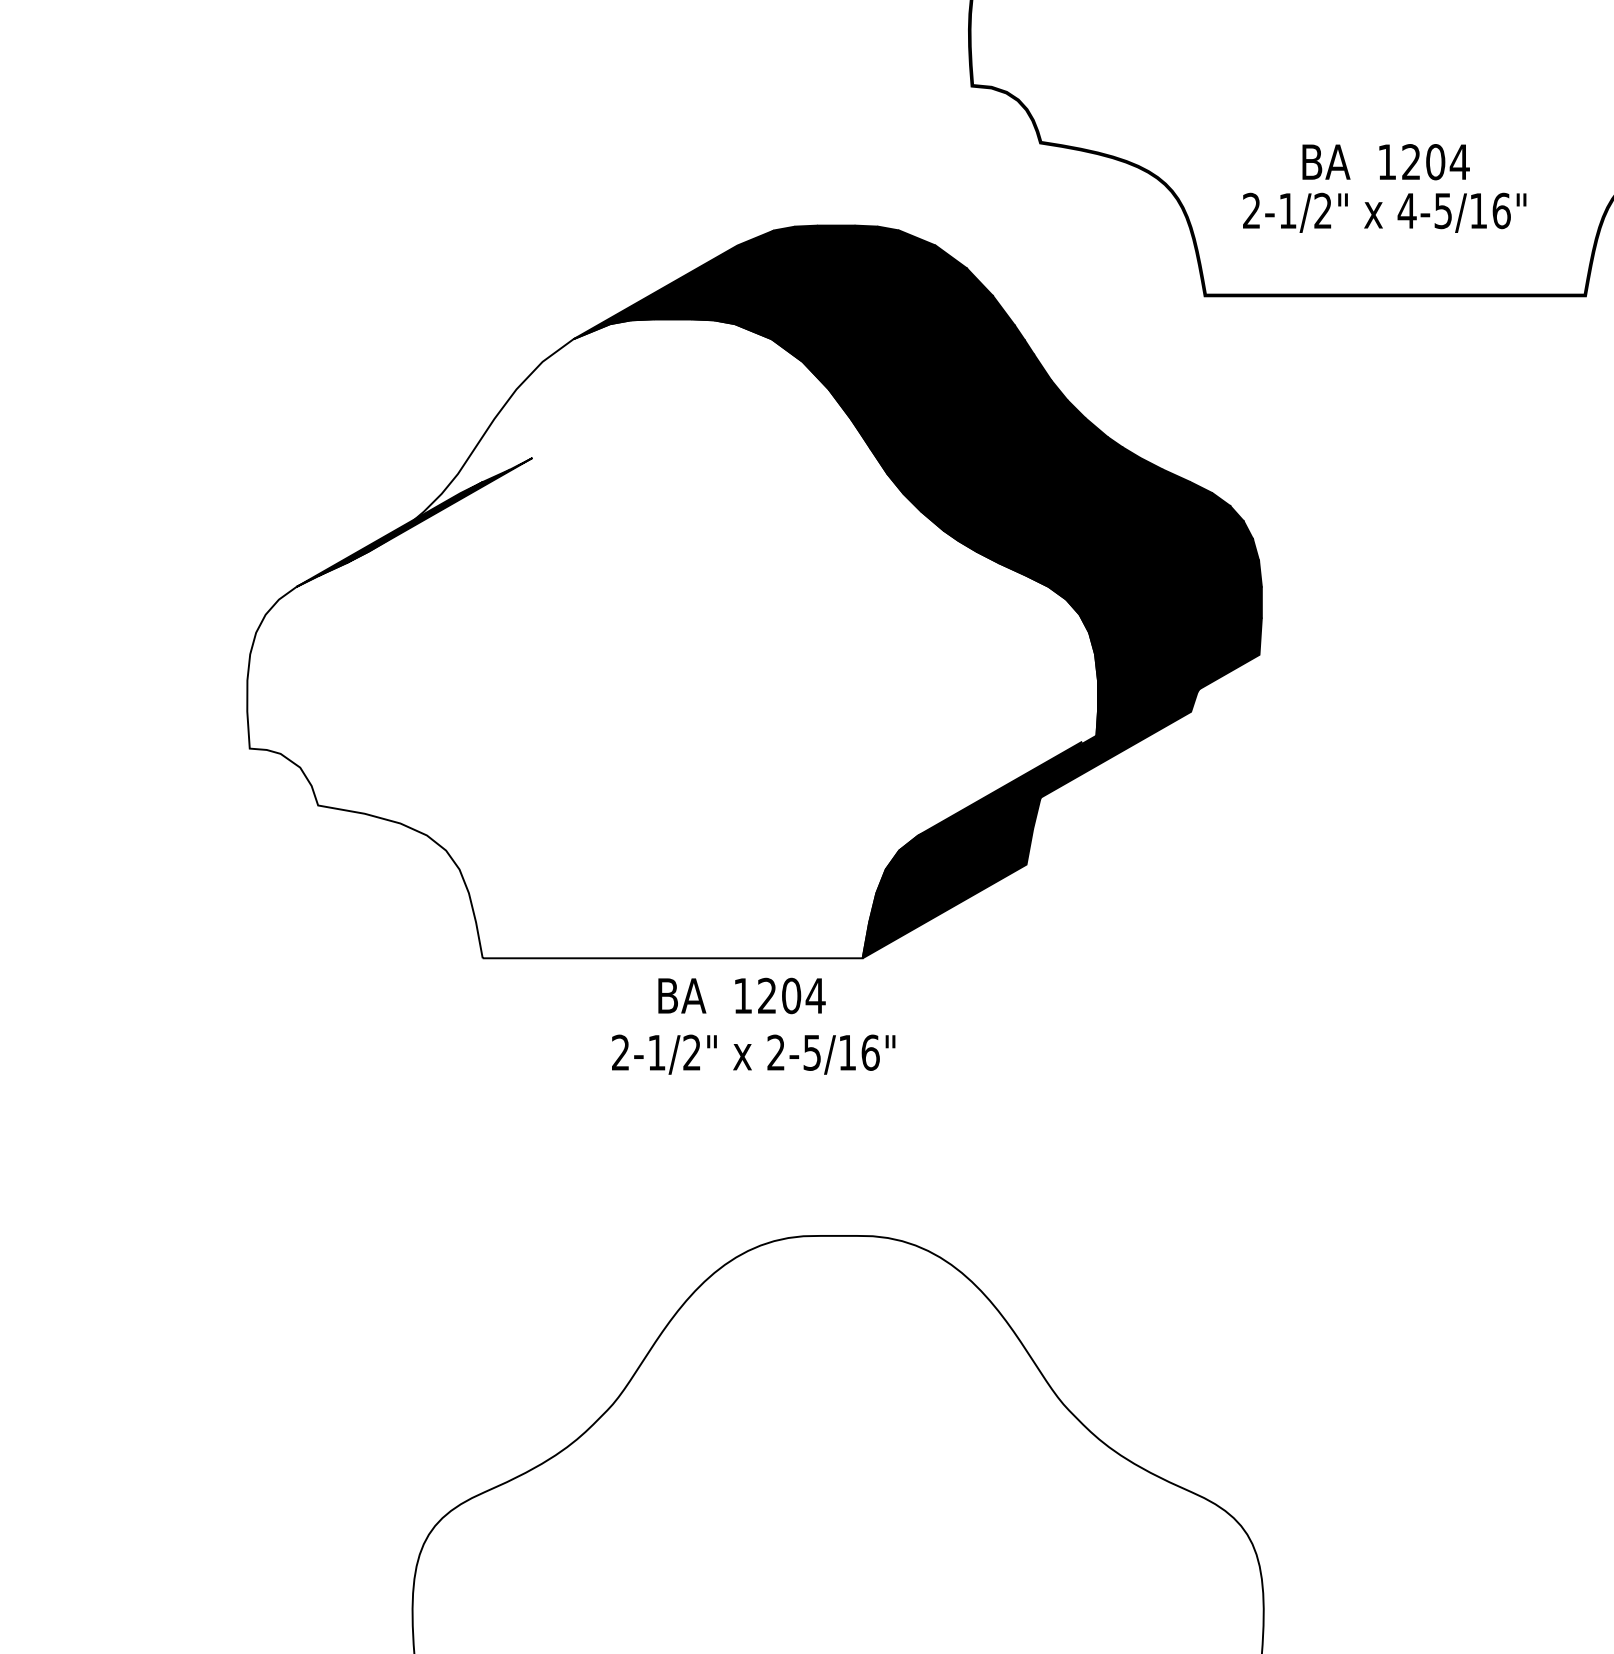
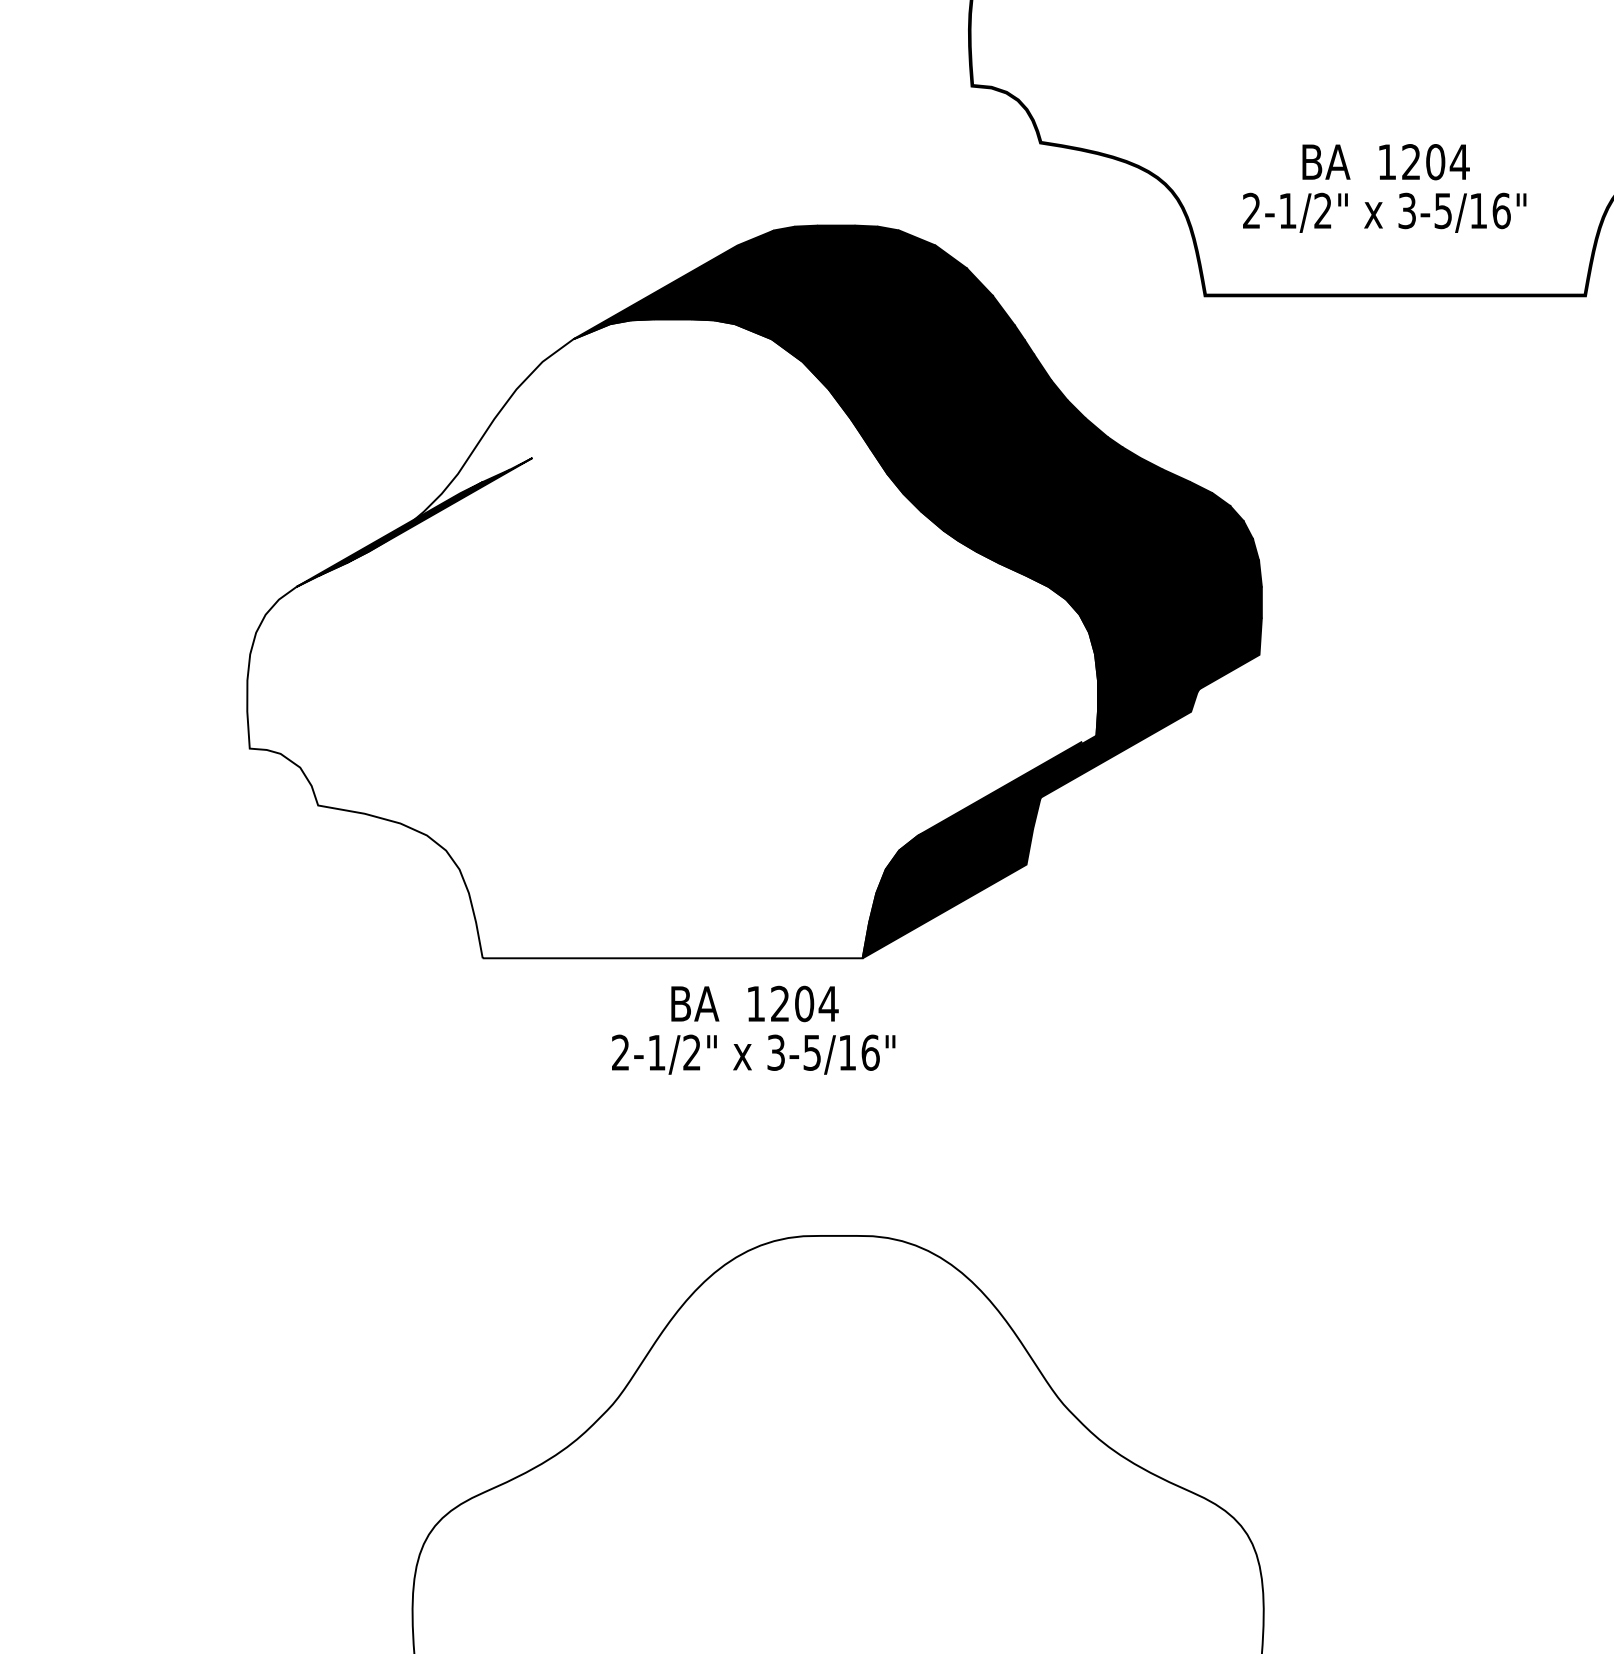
text at (1406, 210): 4-5/16" -> 3-5/16"
text at (741, 995) position: (741, 995) -> (754, 1003)
text at (775, 1052): 2-5/16" -> 3-5/16"
